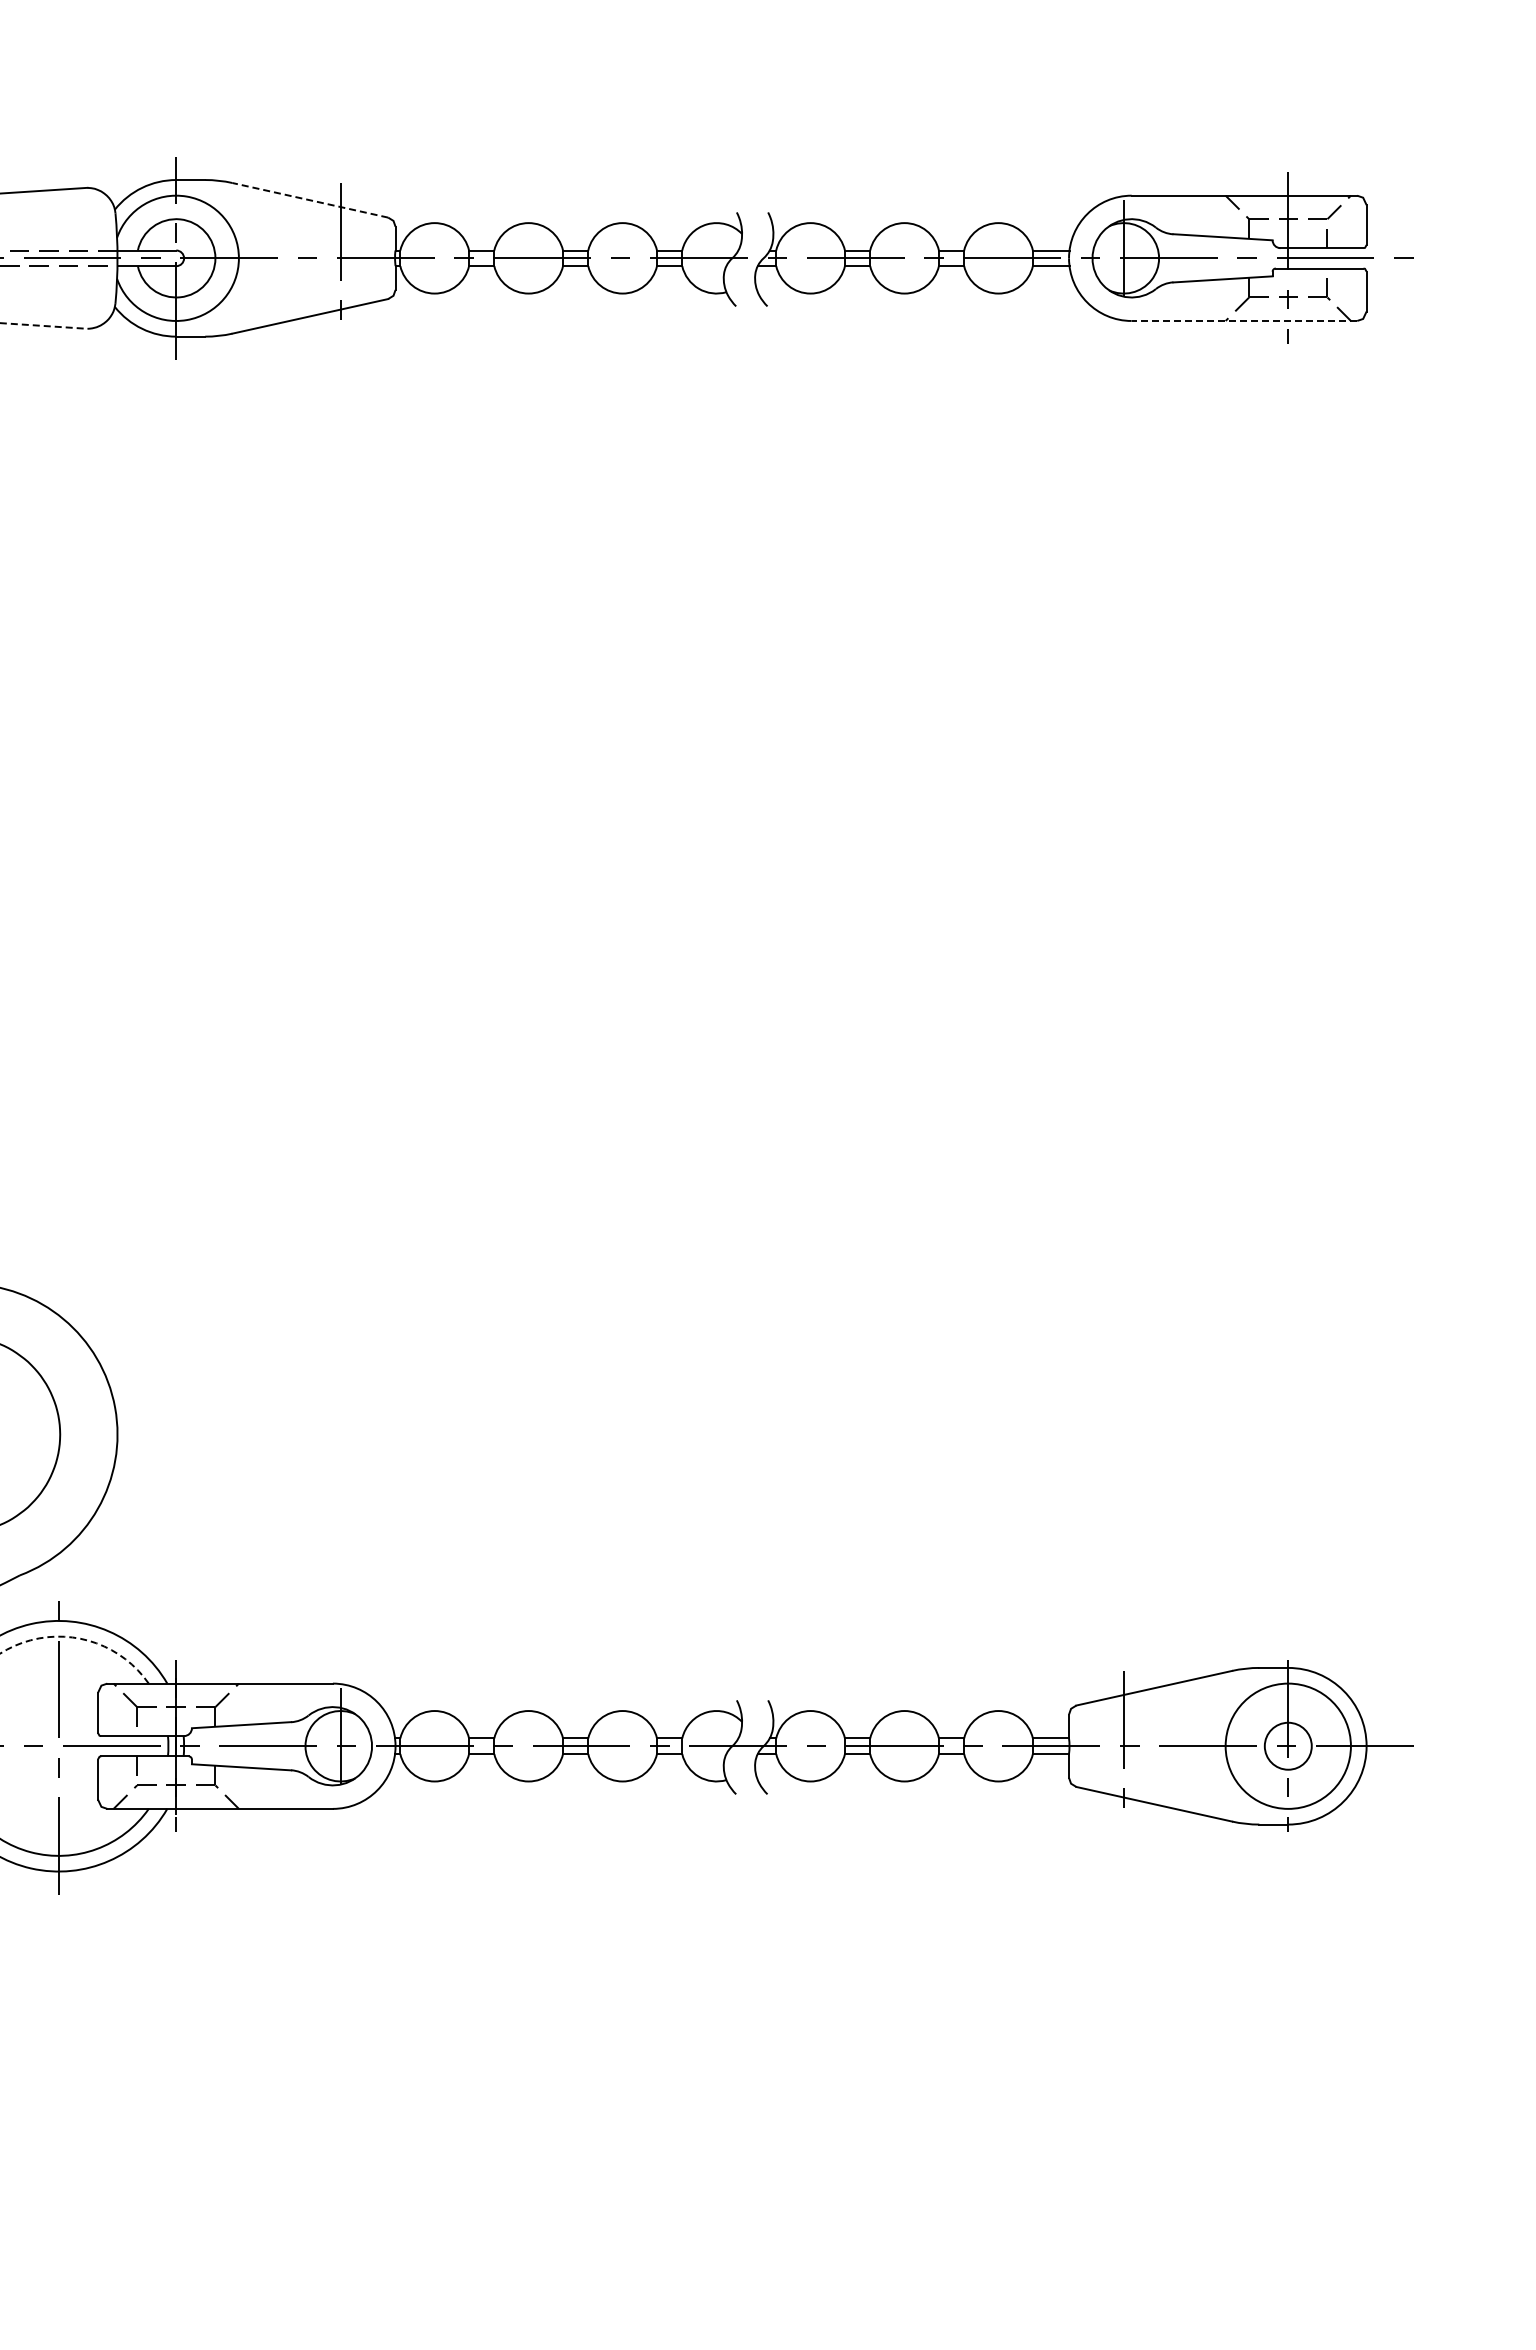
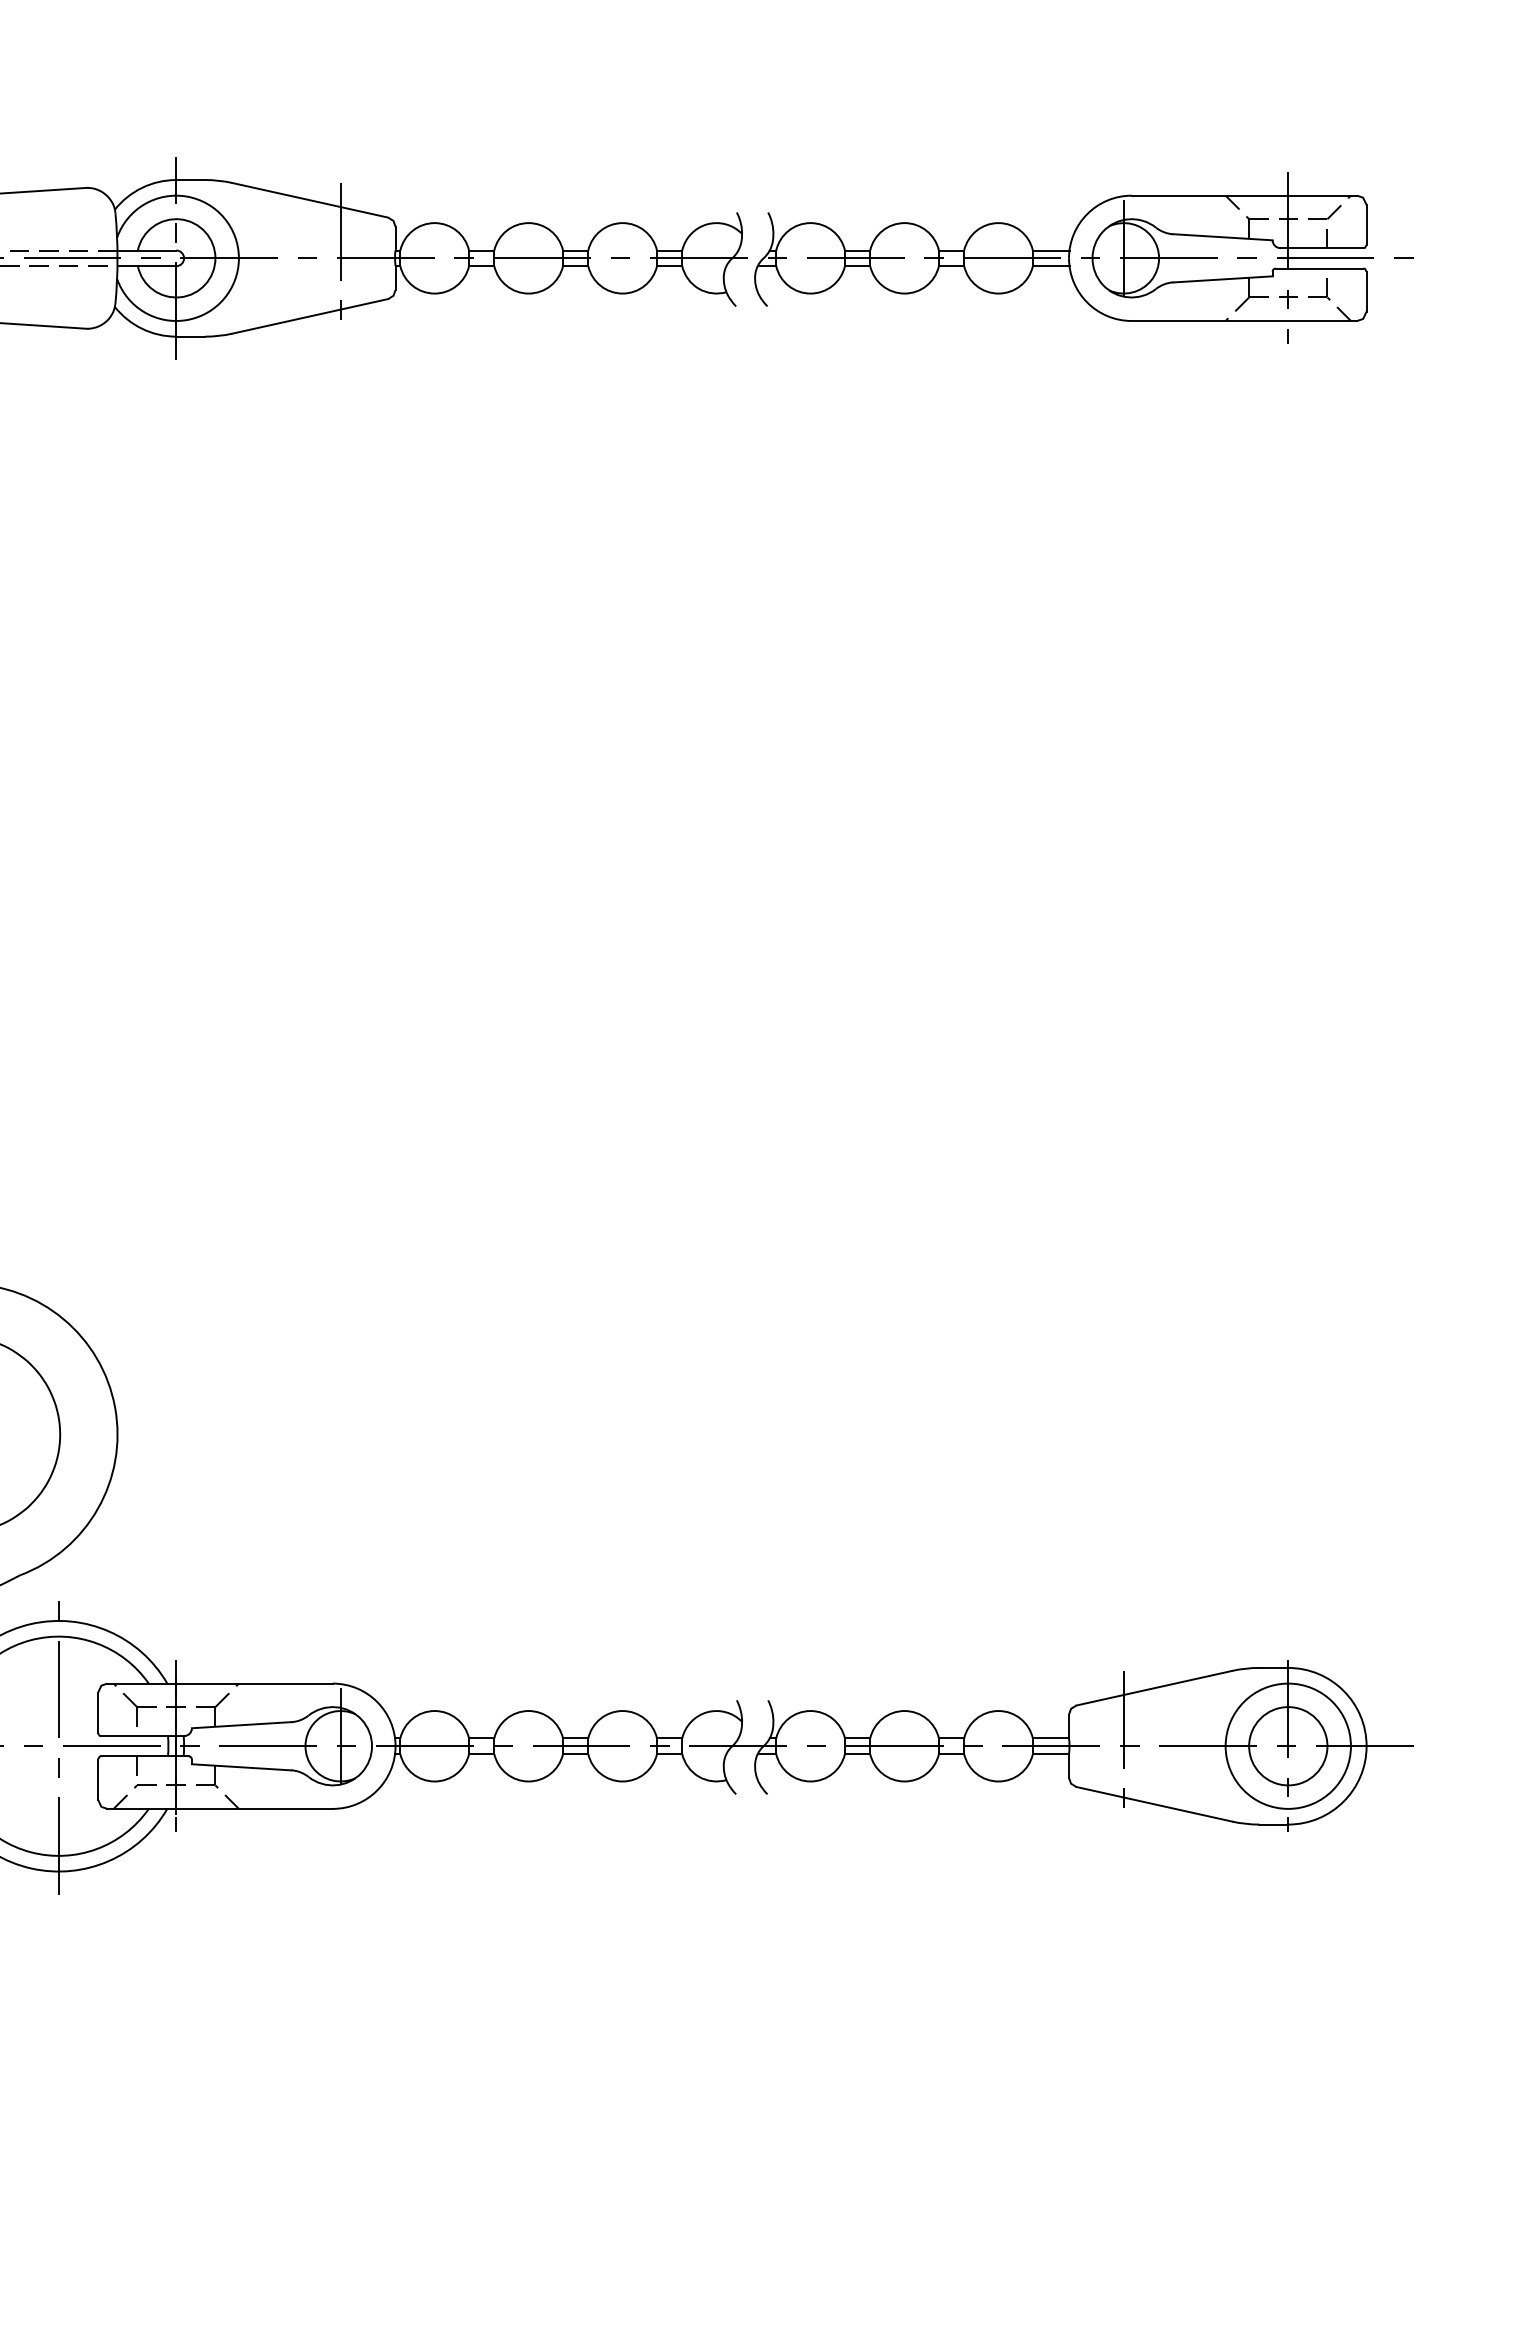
line at (310, 200): dashed -> solid
line at (1244, 320): dashed -> solid
line at (44, 326): dashed -> solid
arc at (80, 1638): dashed -> solid
circle at (1287, 1745) diameter: 47 px -> 78 px
